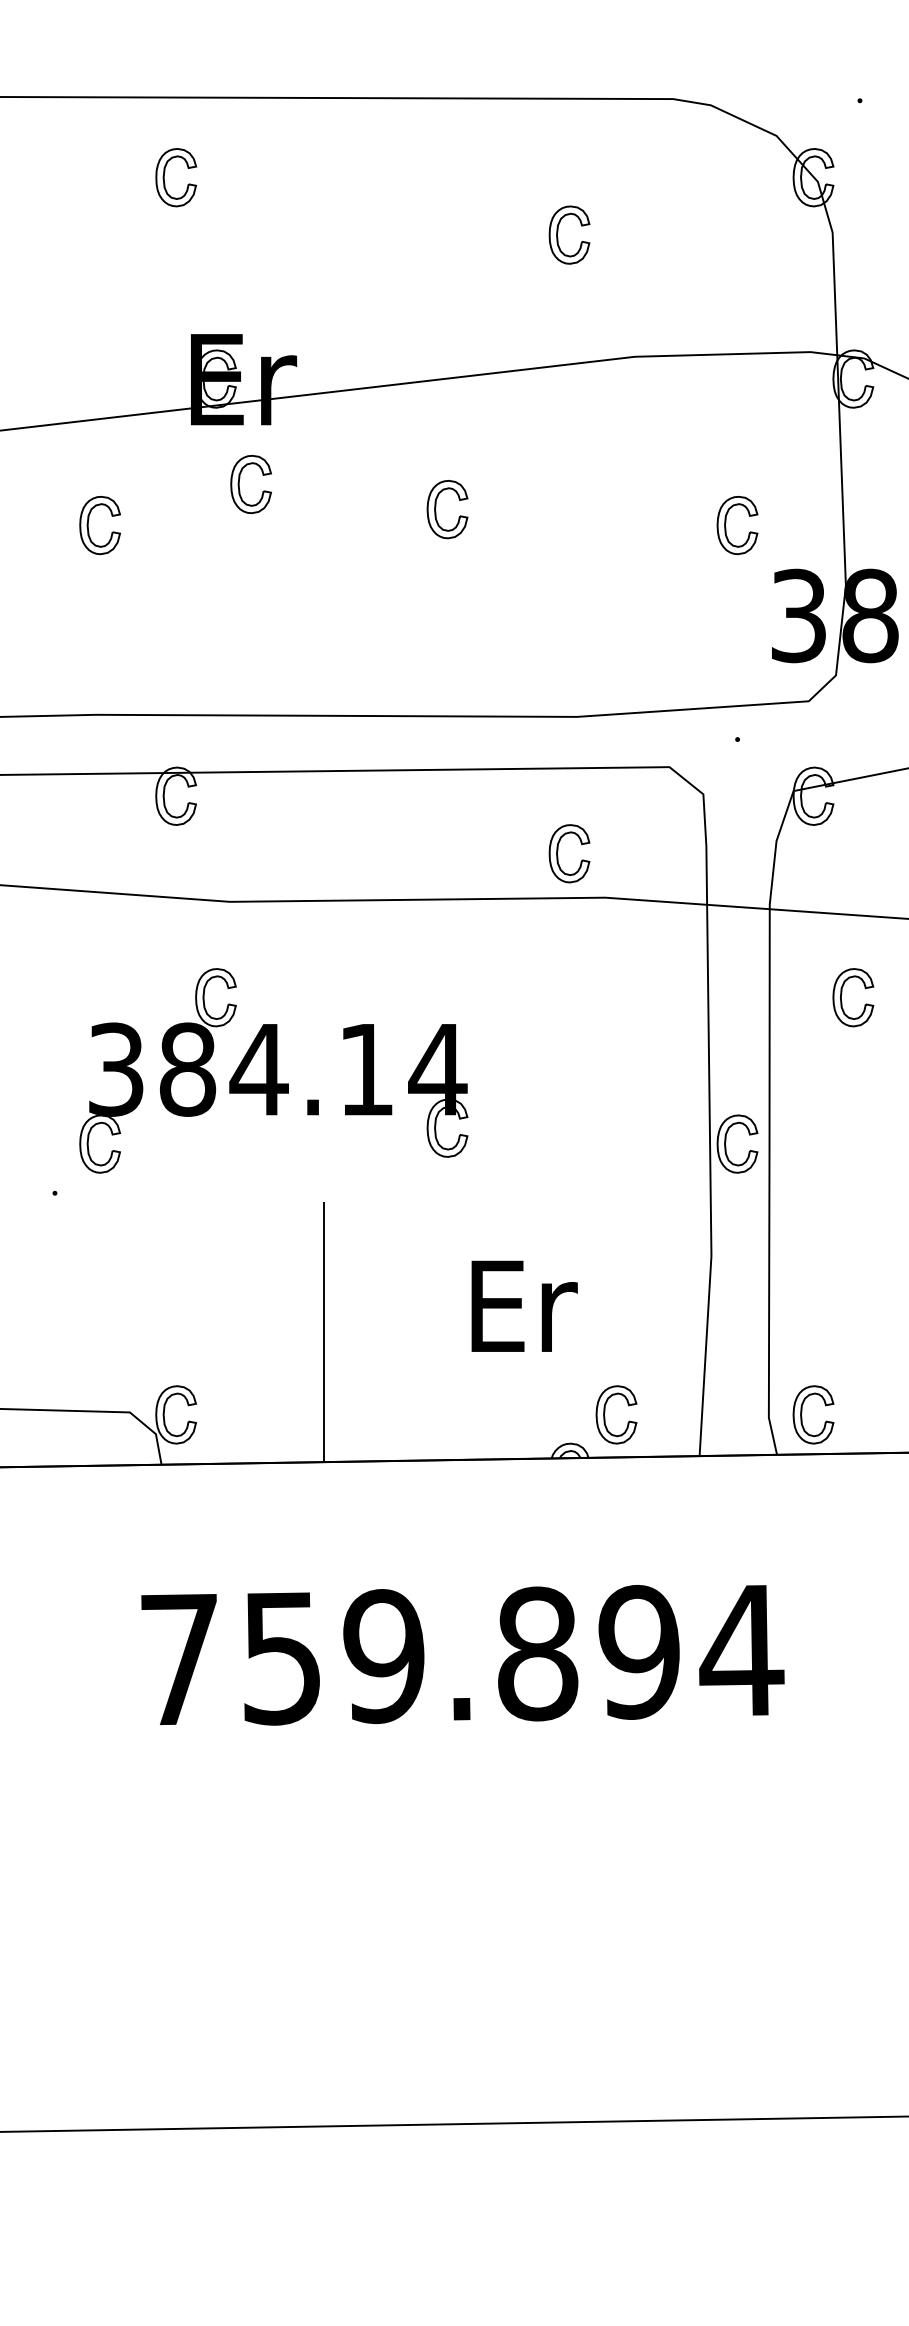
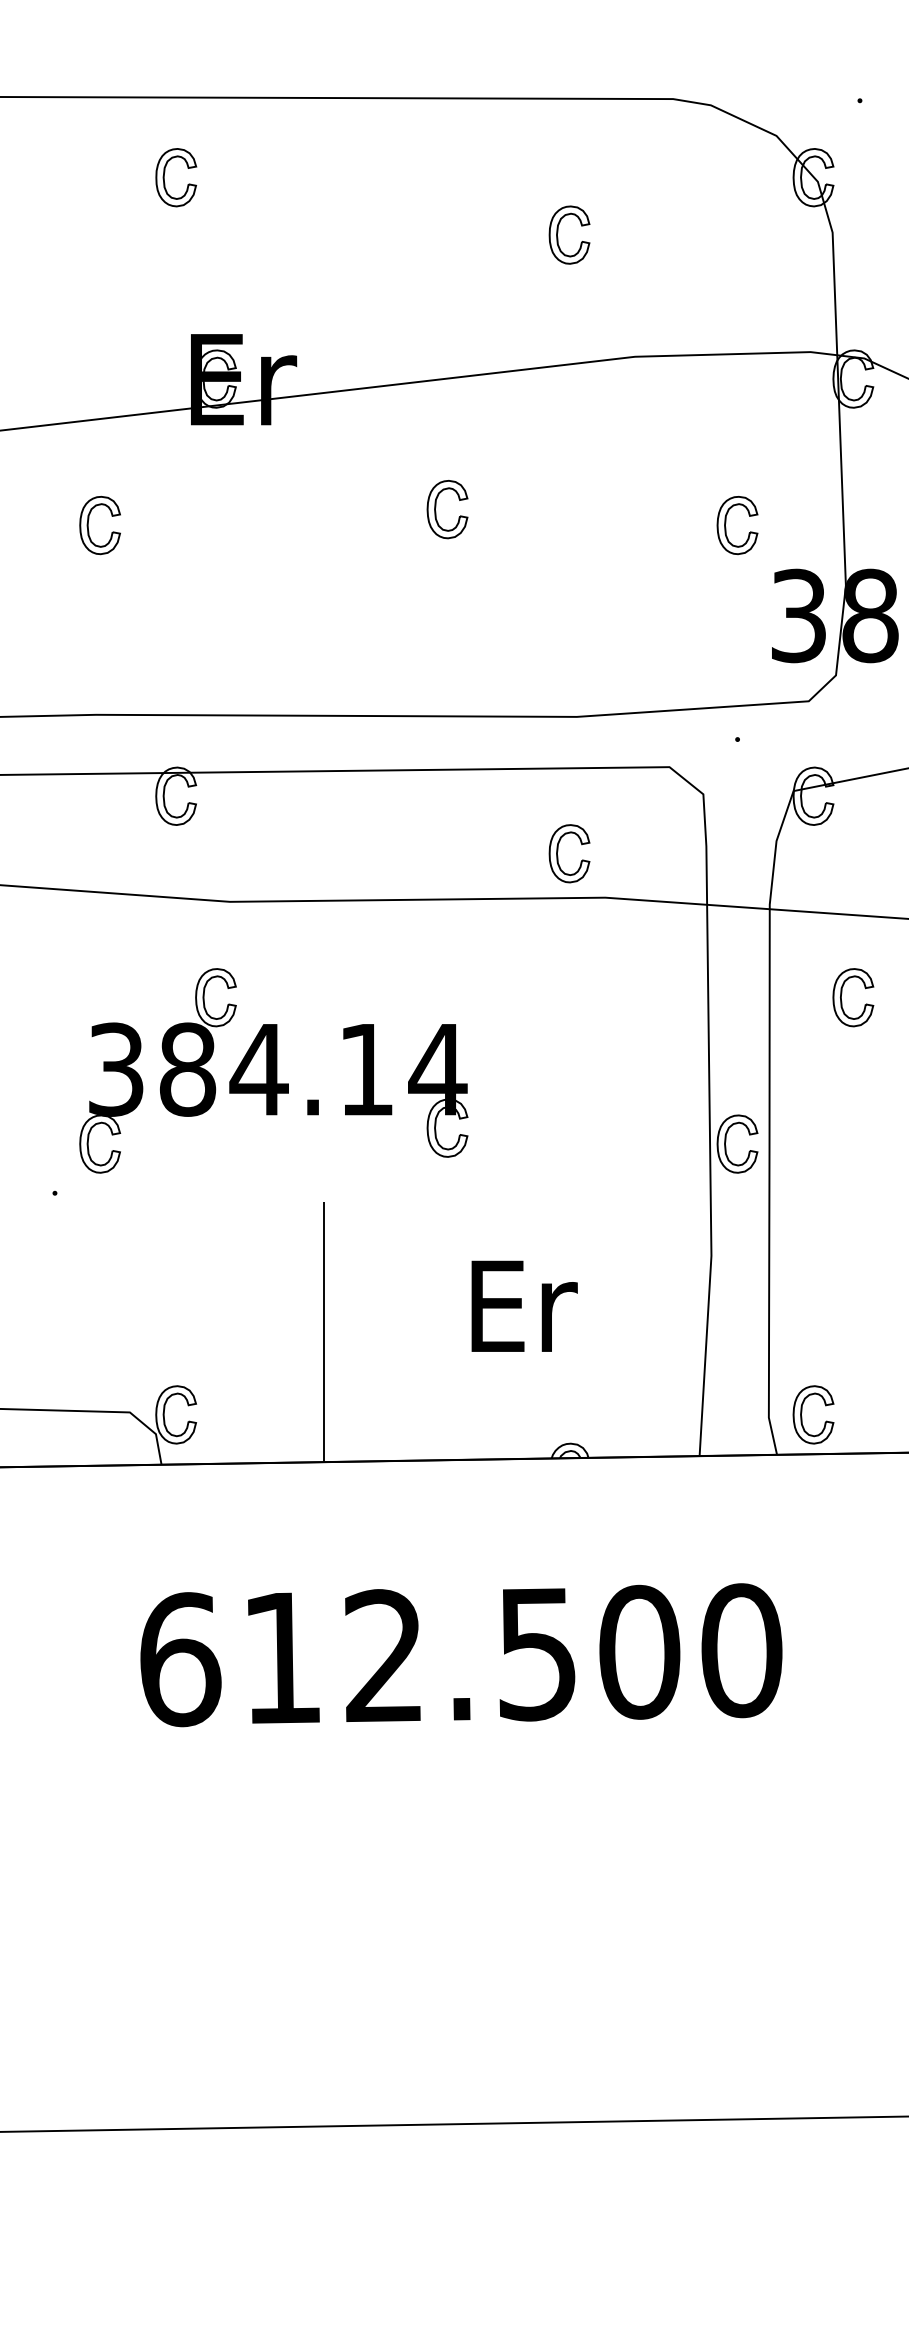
part at (239, 484): present -> none
part at (605, 1412): present -> none
text at (462, 1655): 759.894 -> 612.500
